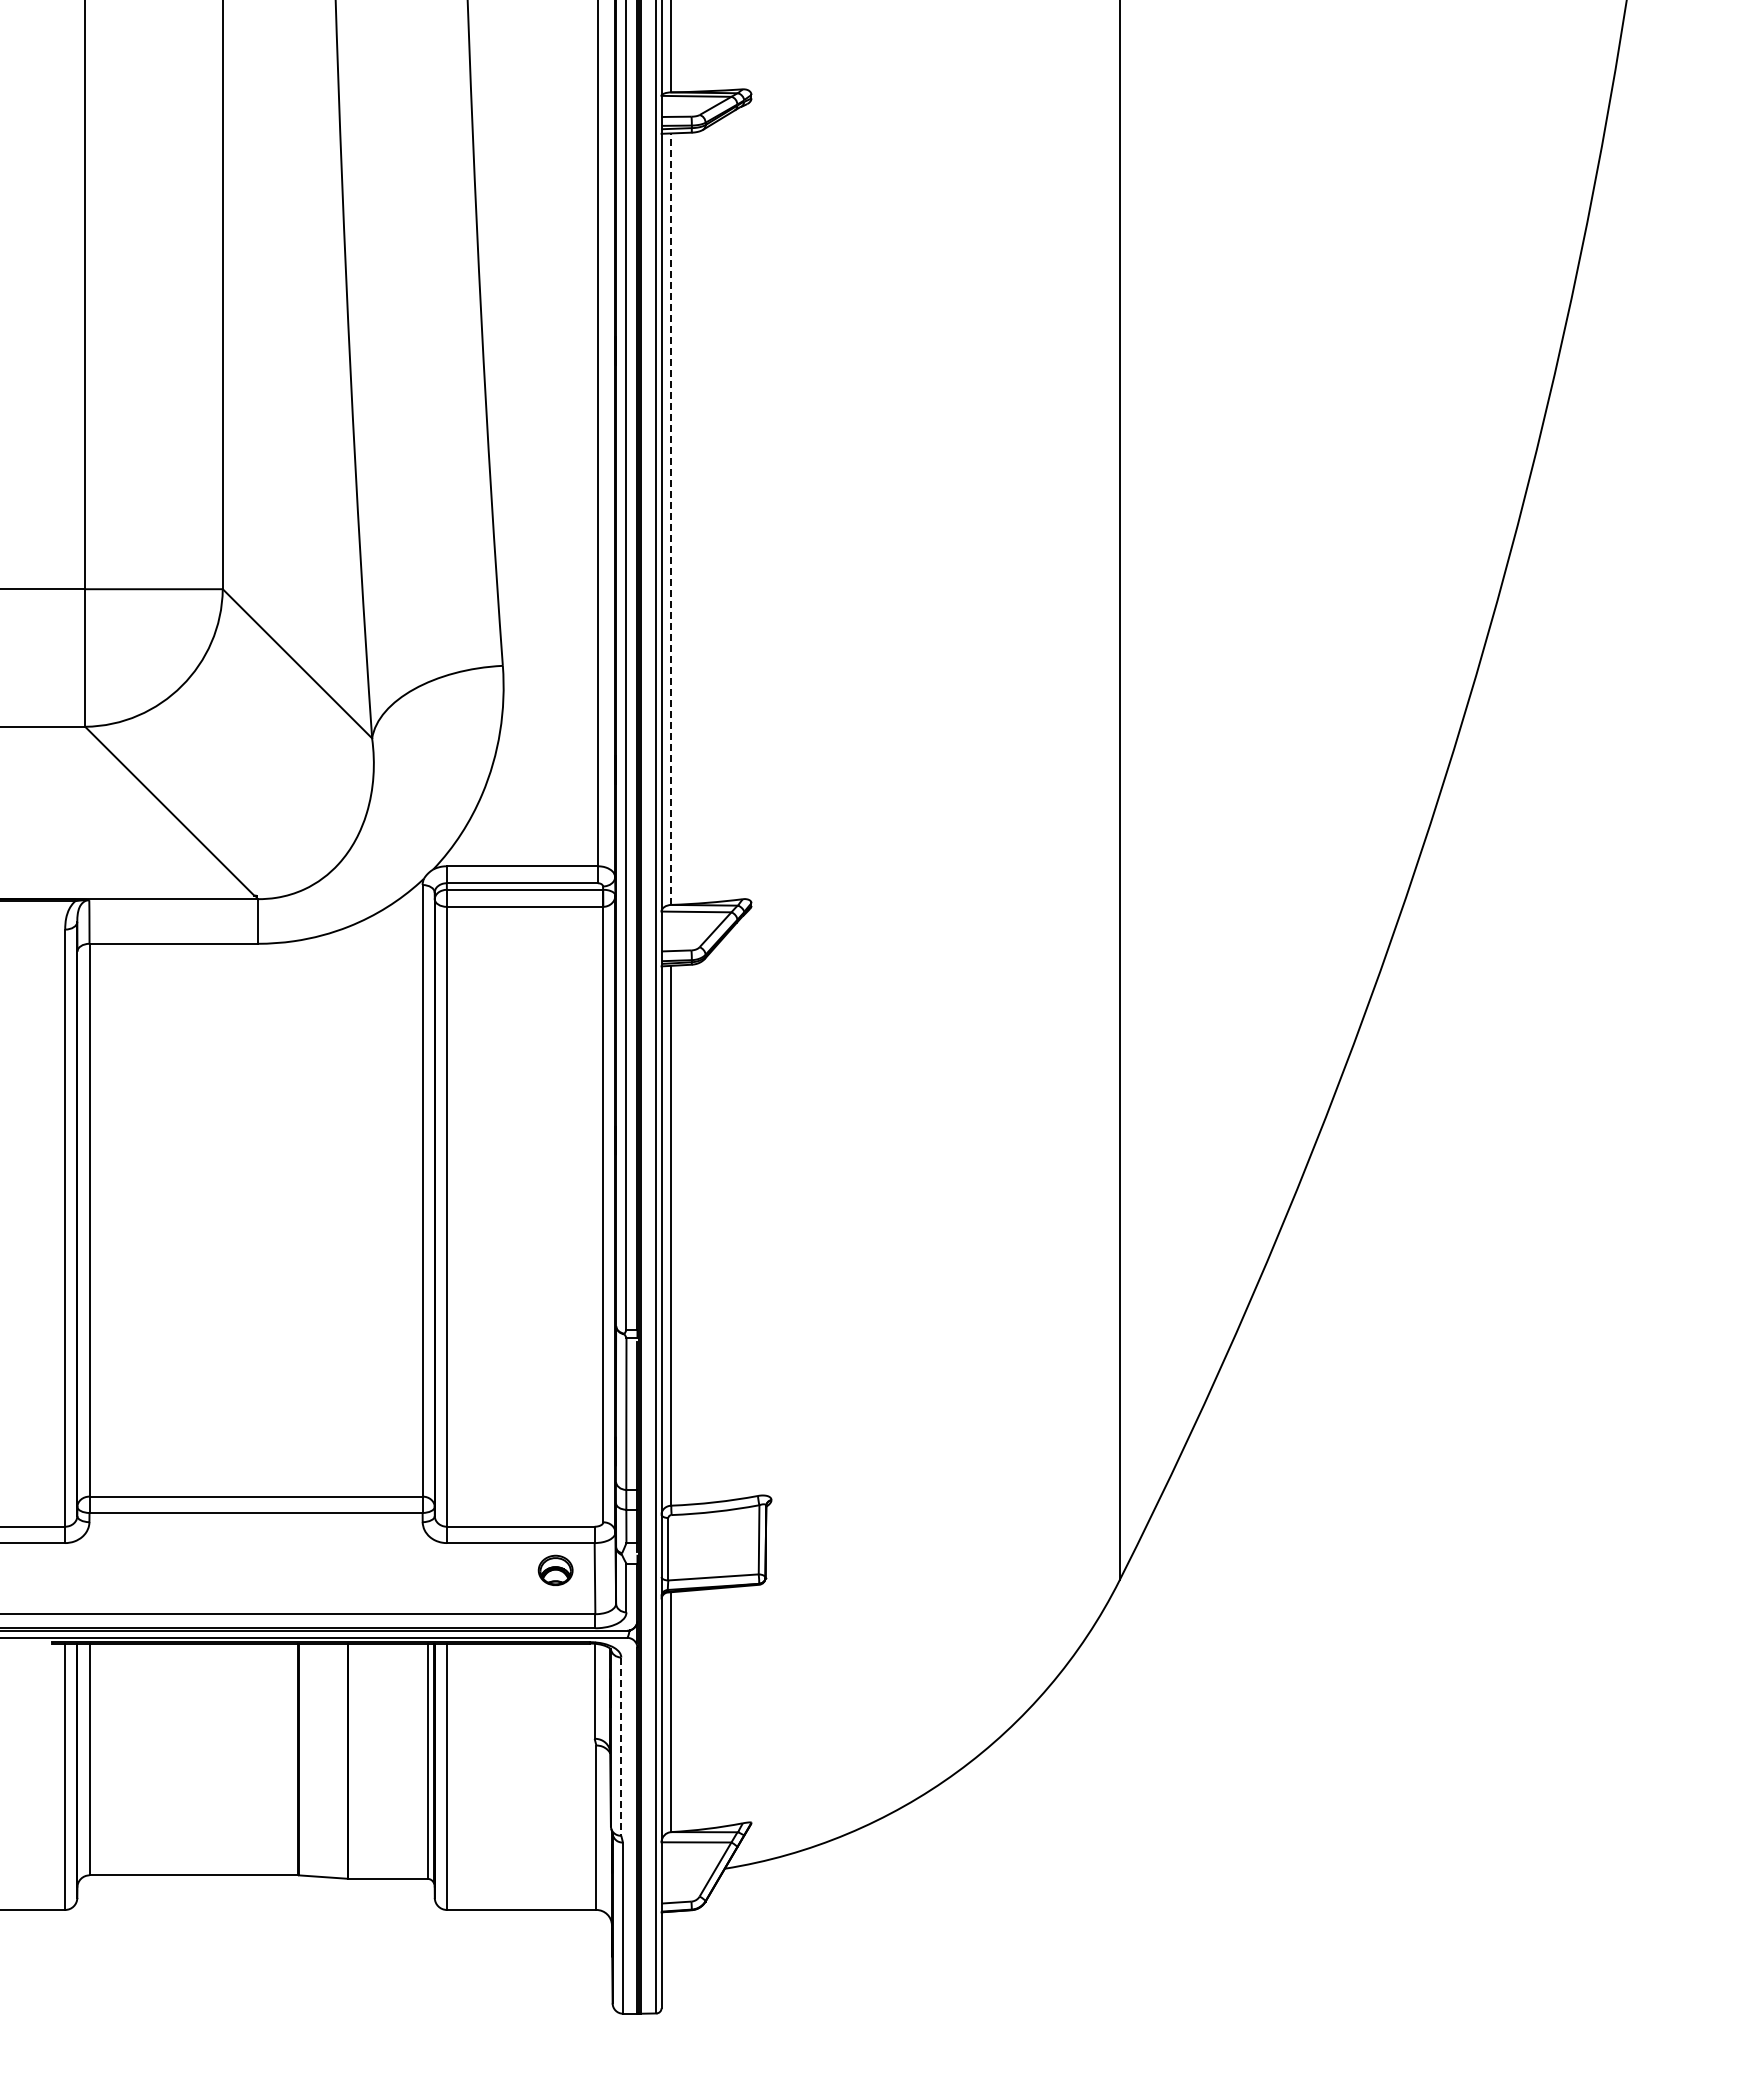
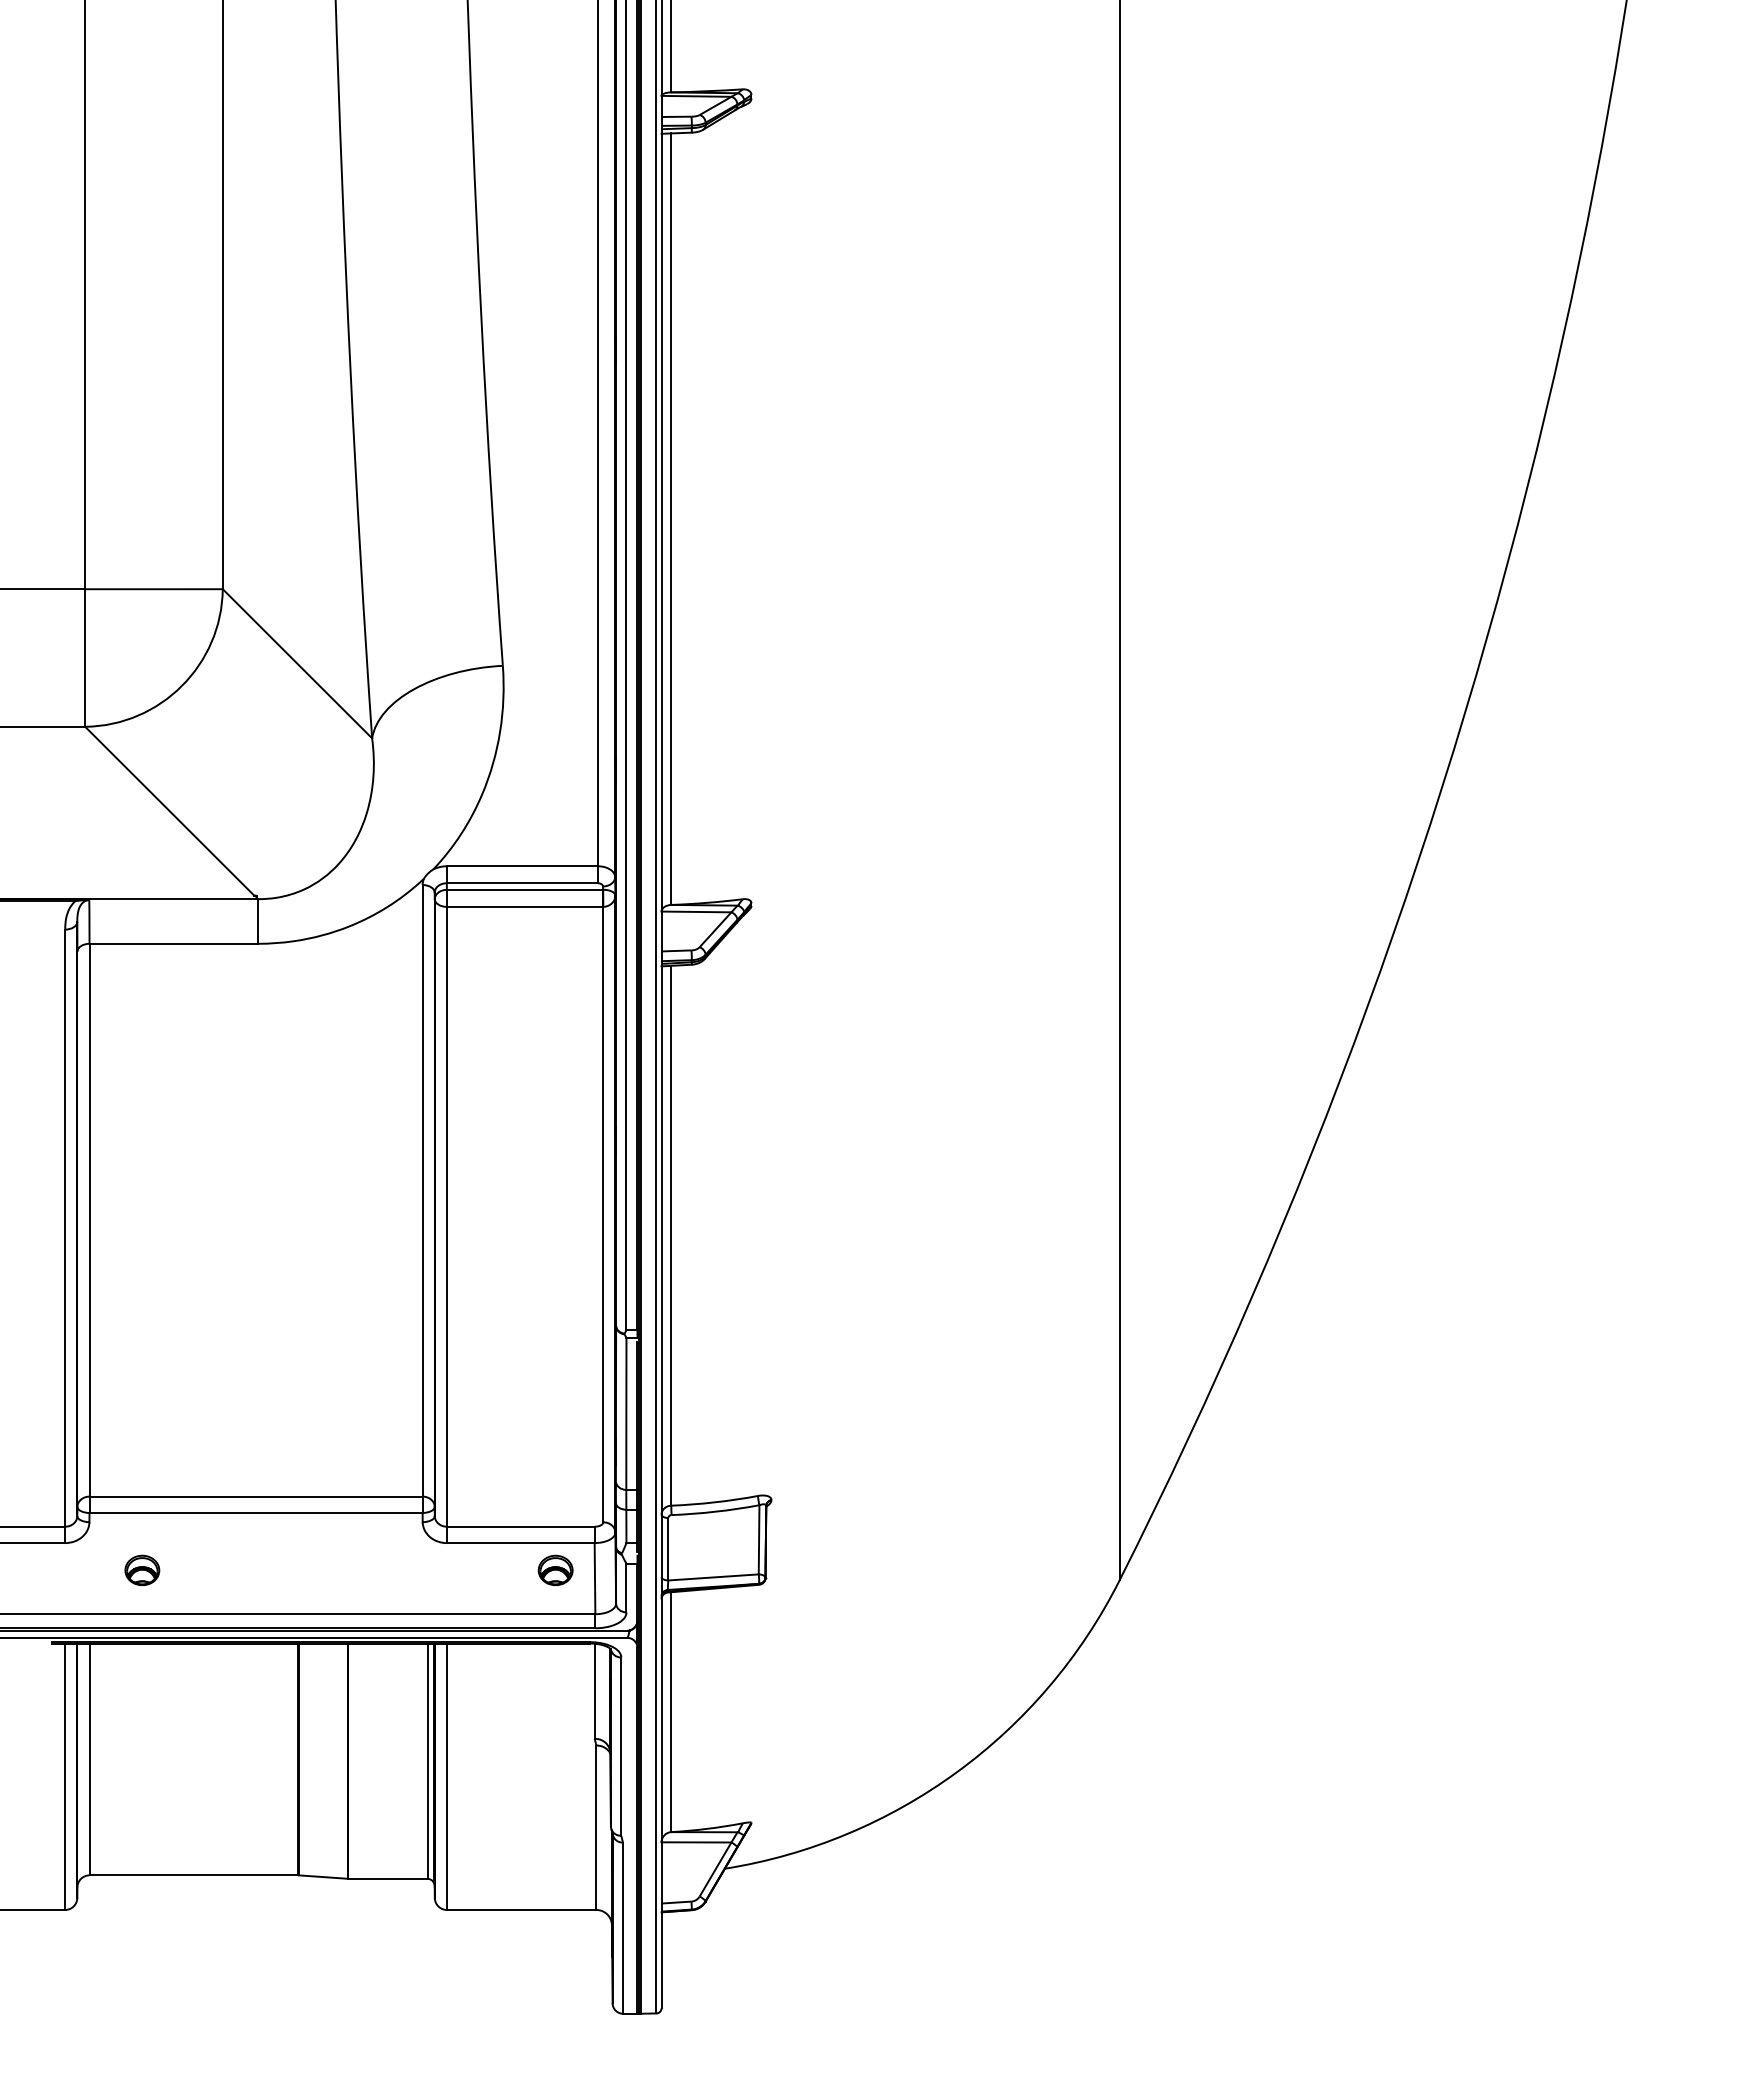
line at (671, 519): dashed -> solid
part at (142, 1569): none -> present
line at (621, 1747): dashed -> solid
